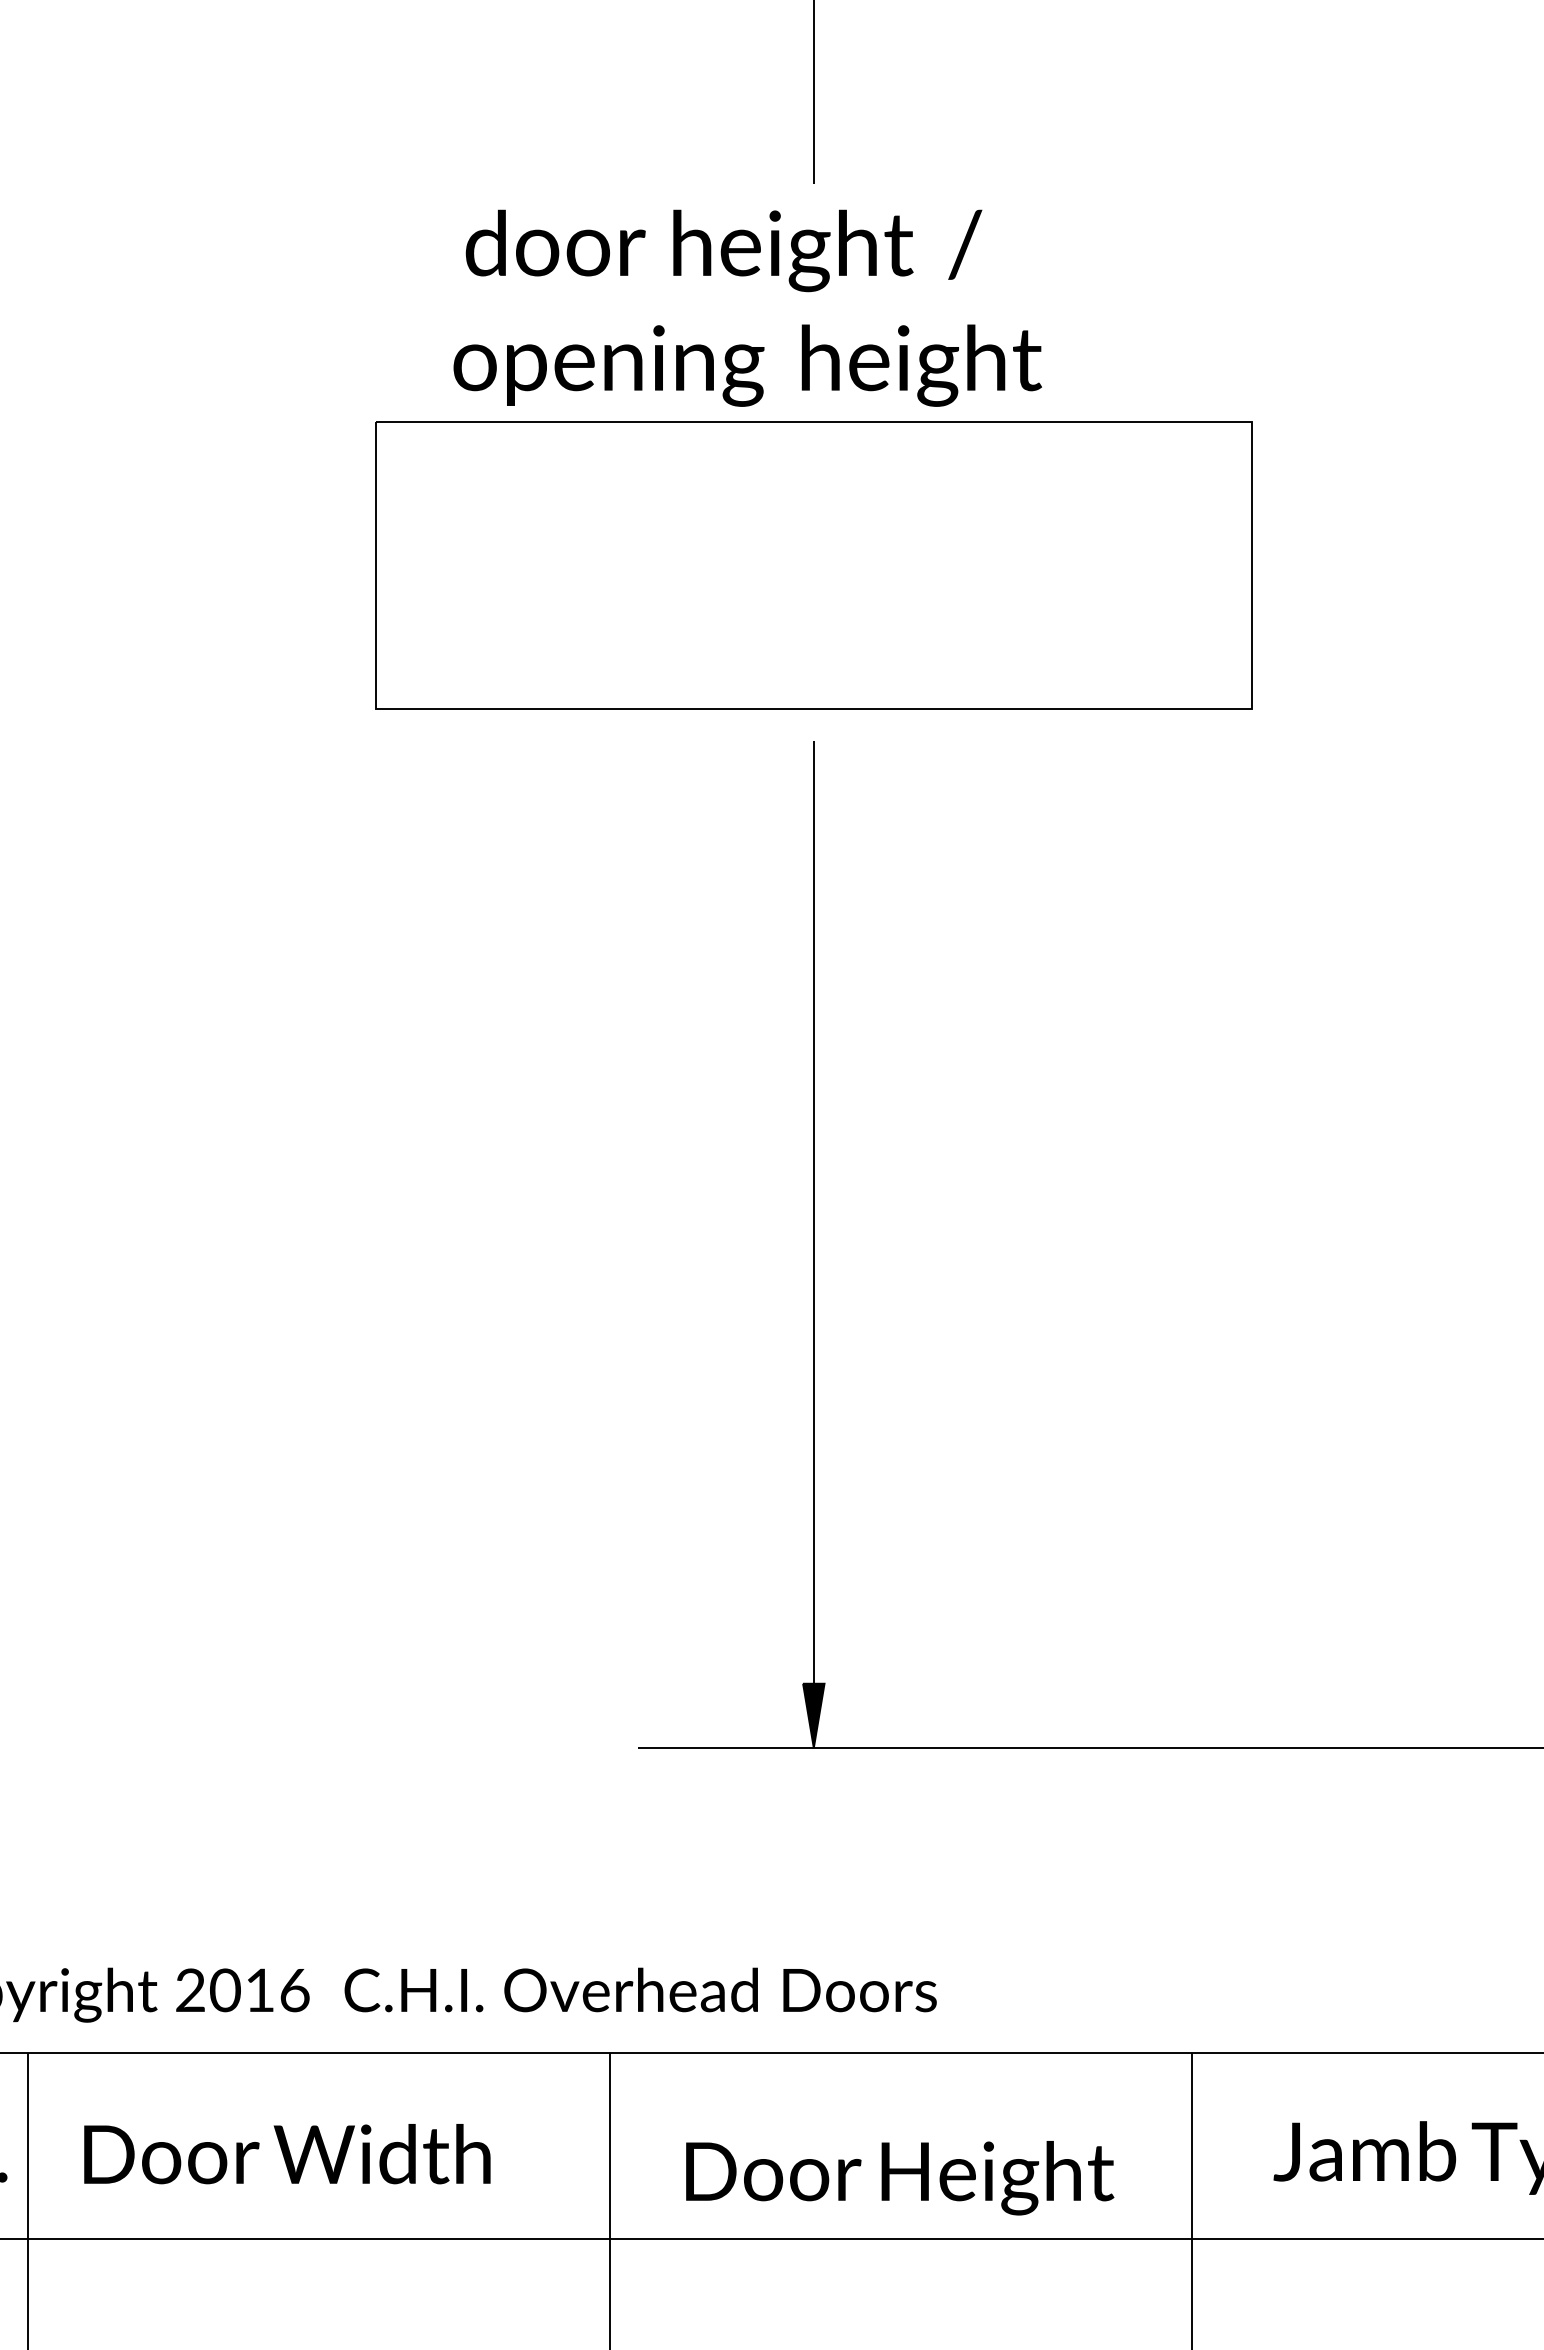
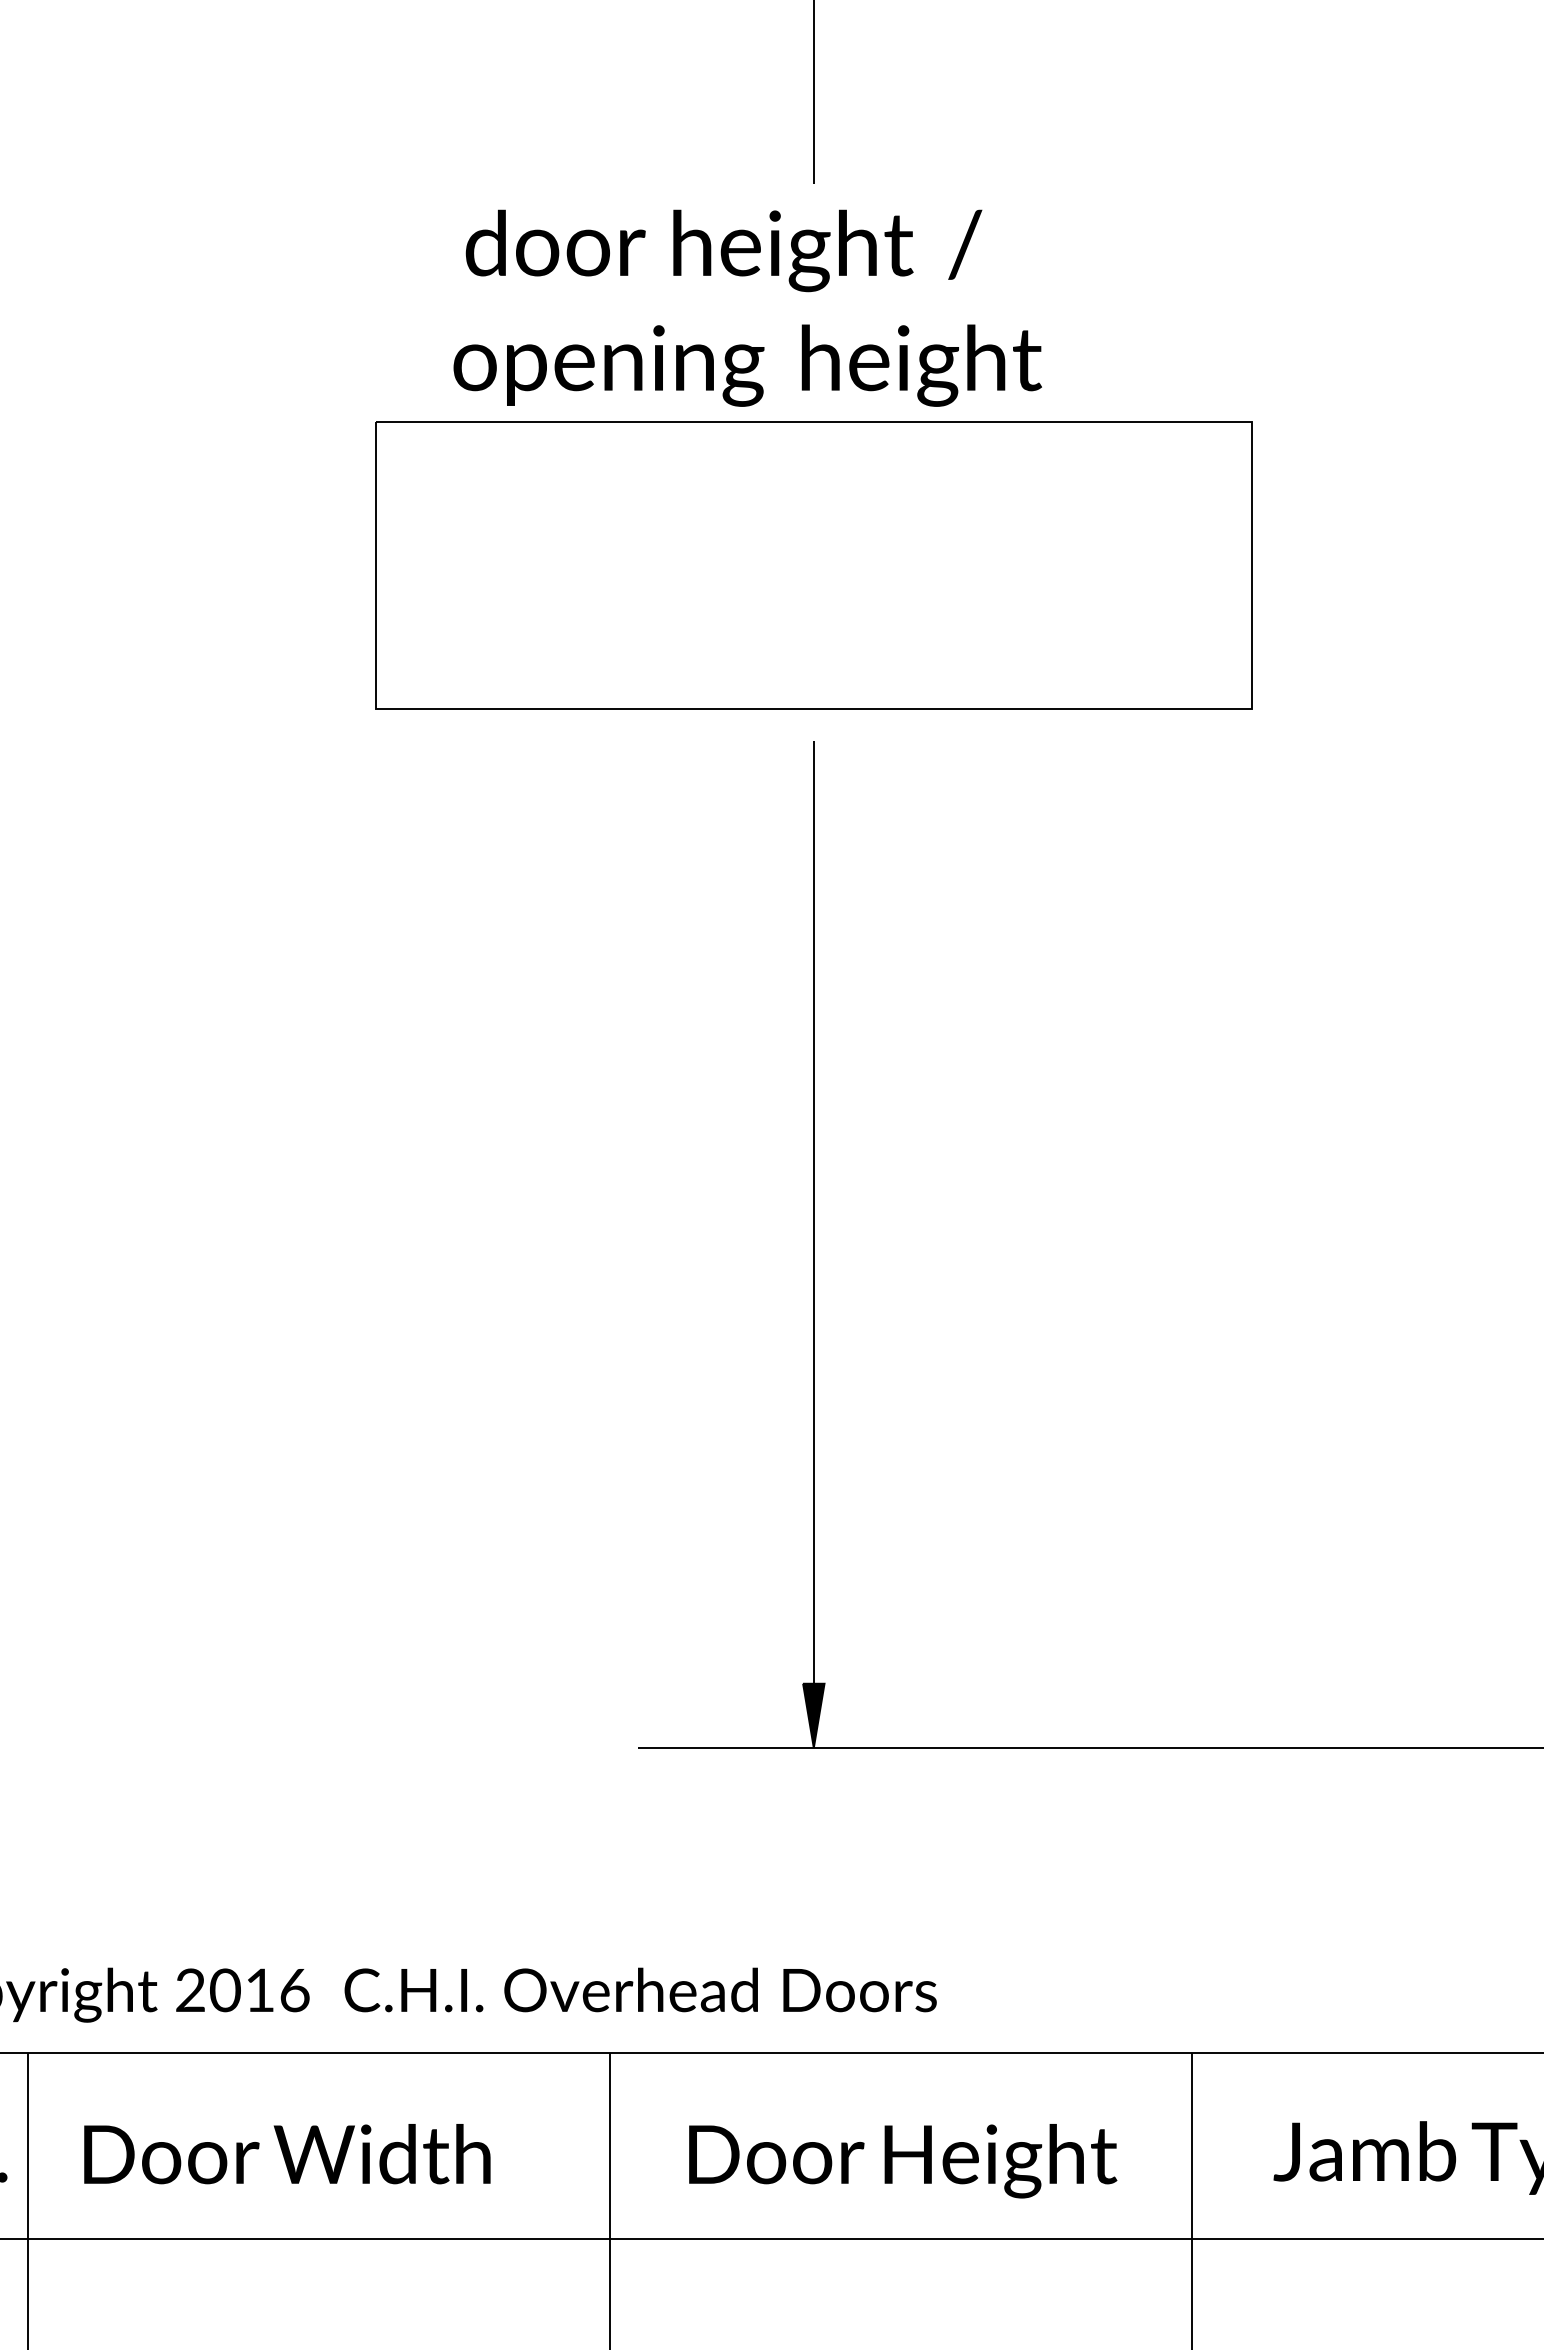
text at (900, 2178) position: (900, 2178) -> (903, 2161)
